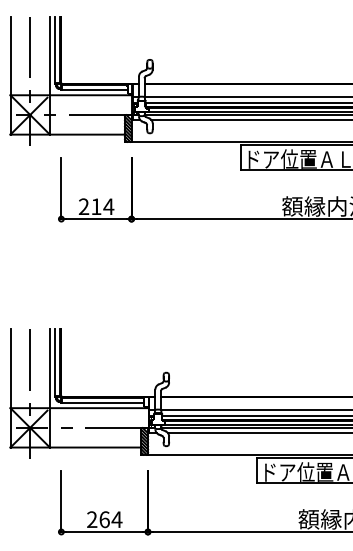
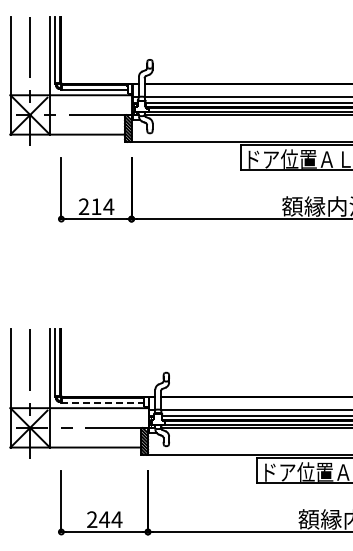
line at (250, 119): present -> none
line at (103, 402): solid -> dashed
line at (258, 432): present -> none
text at (104, 519): 264 -> 244
